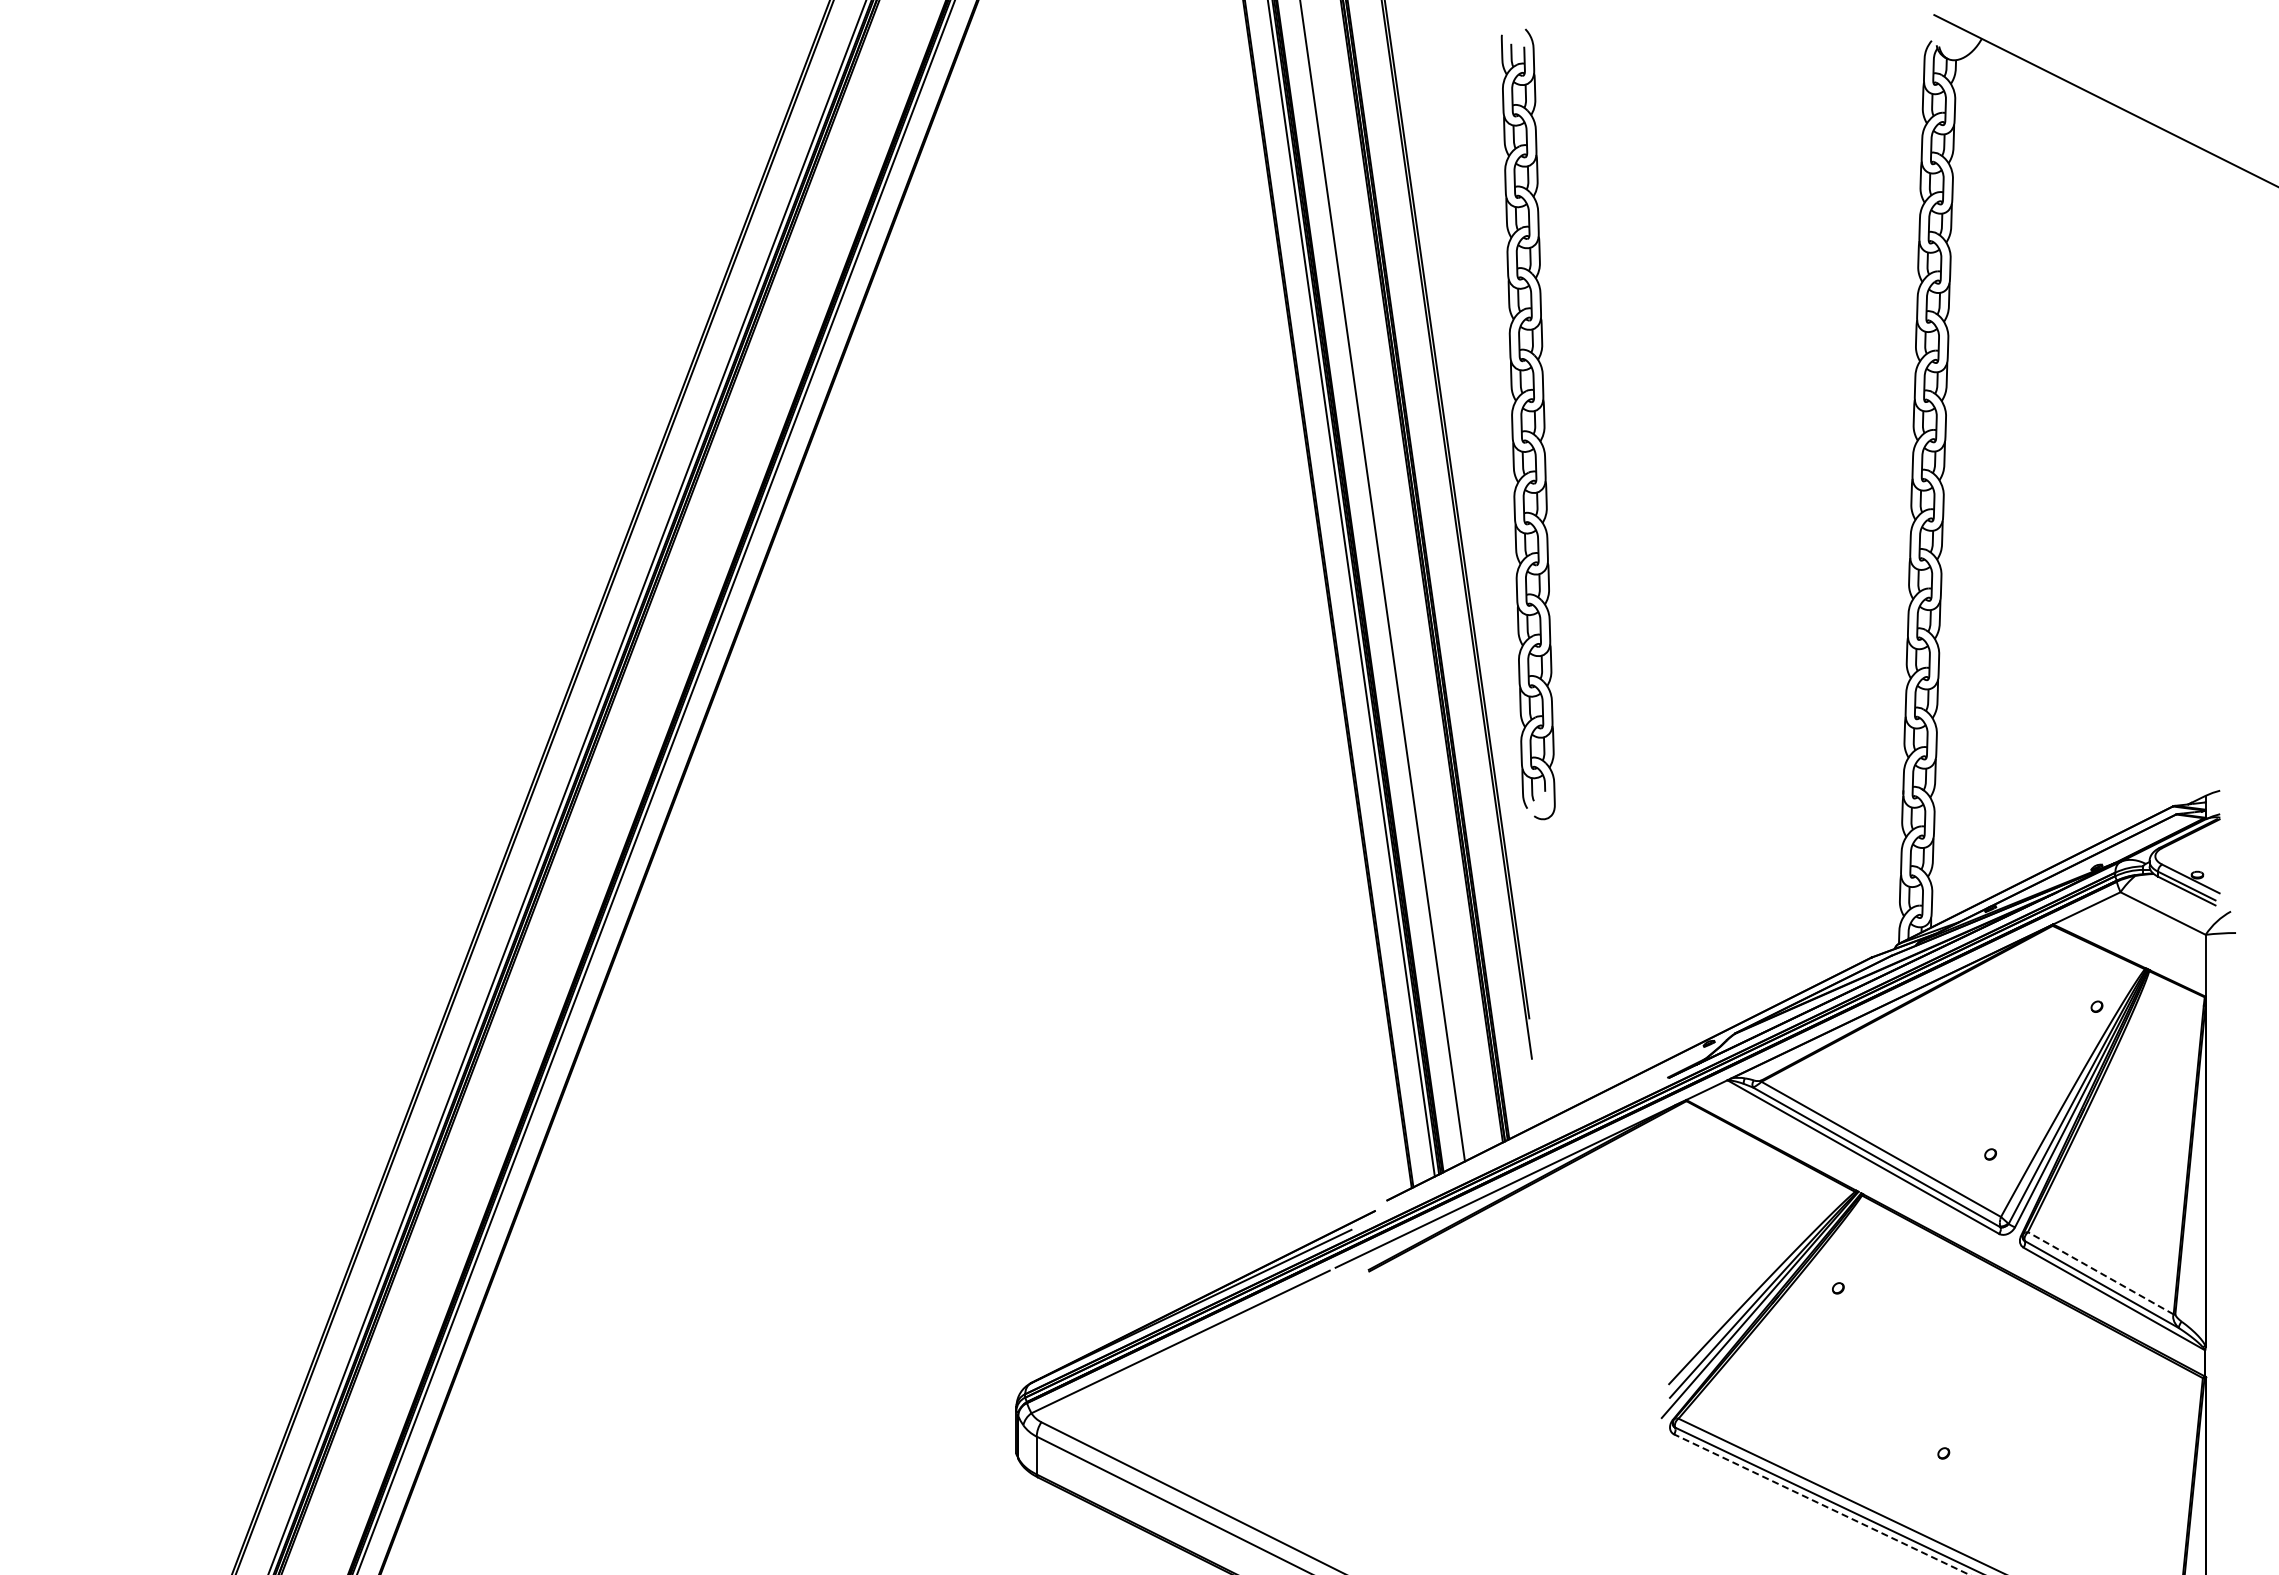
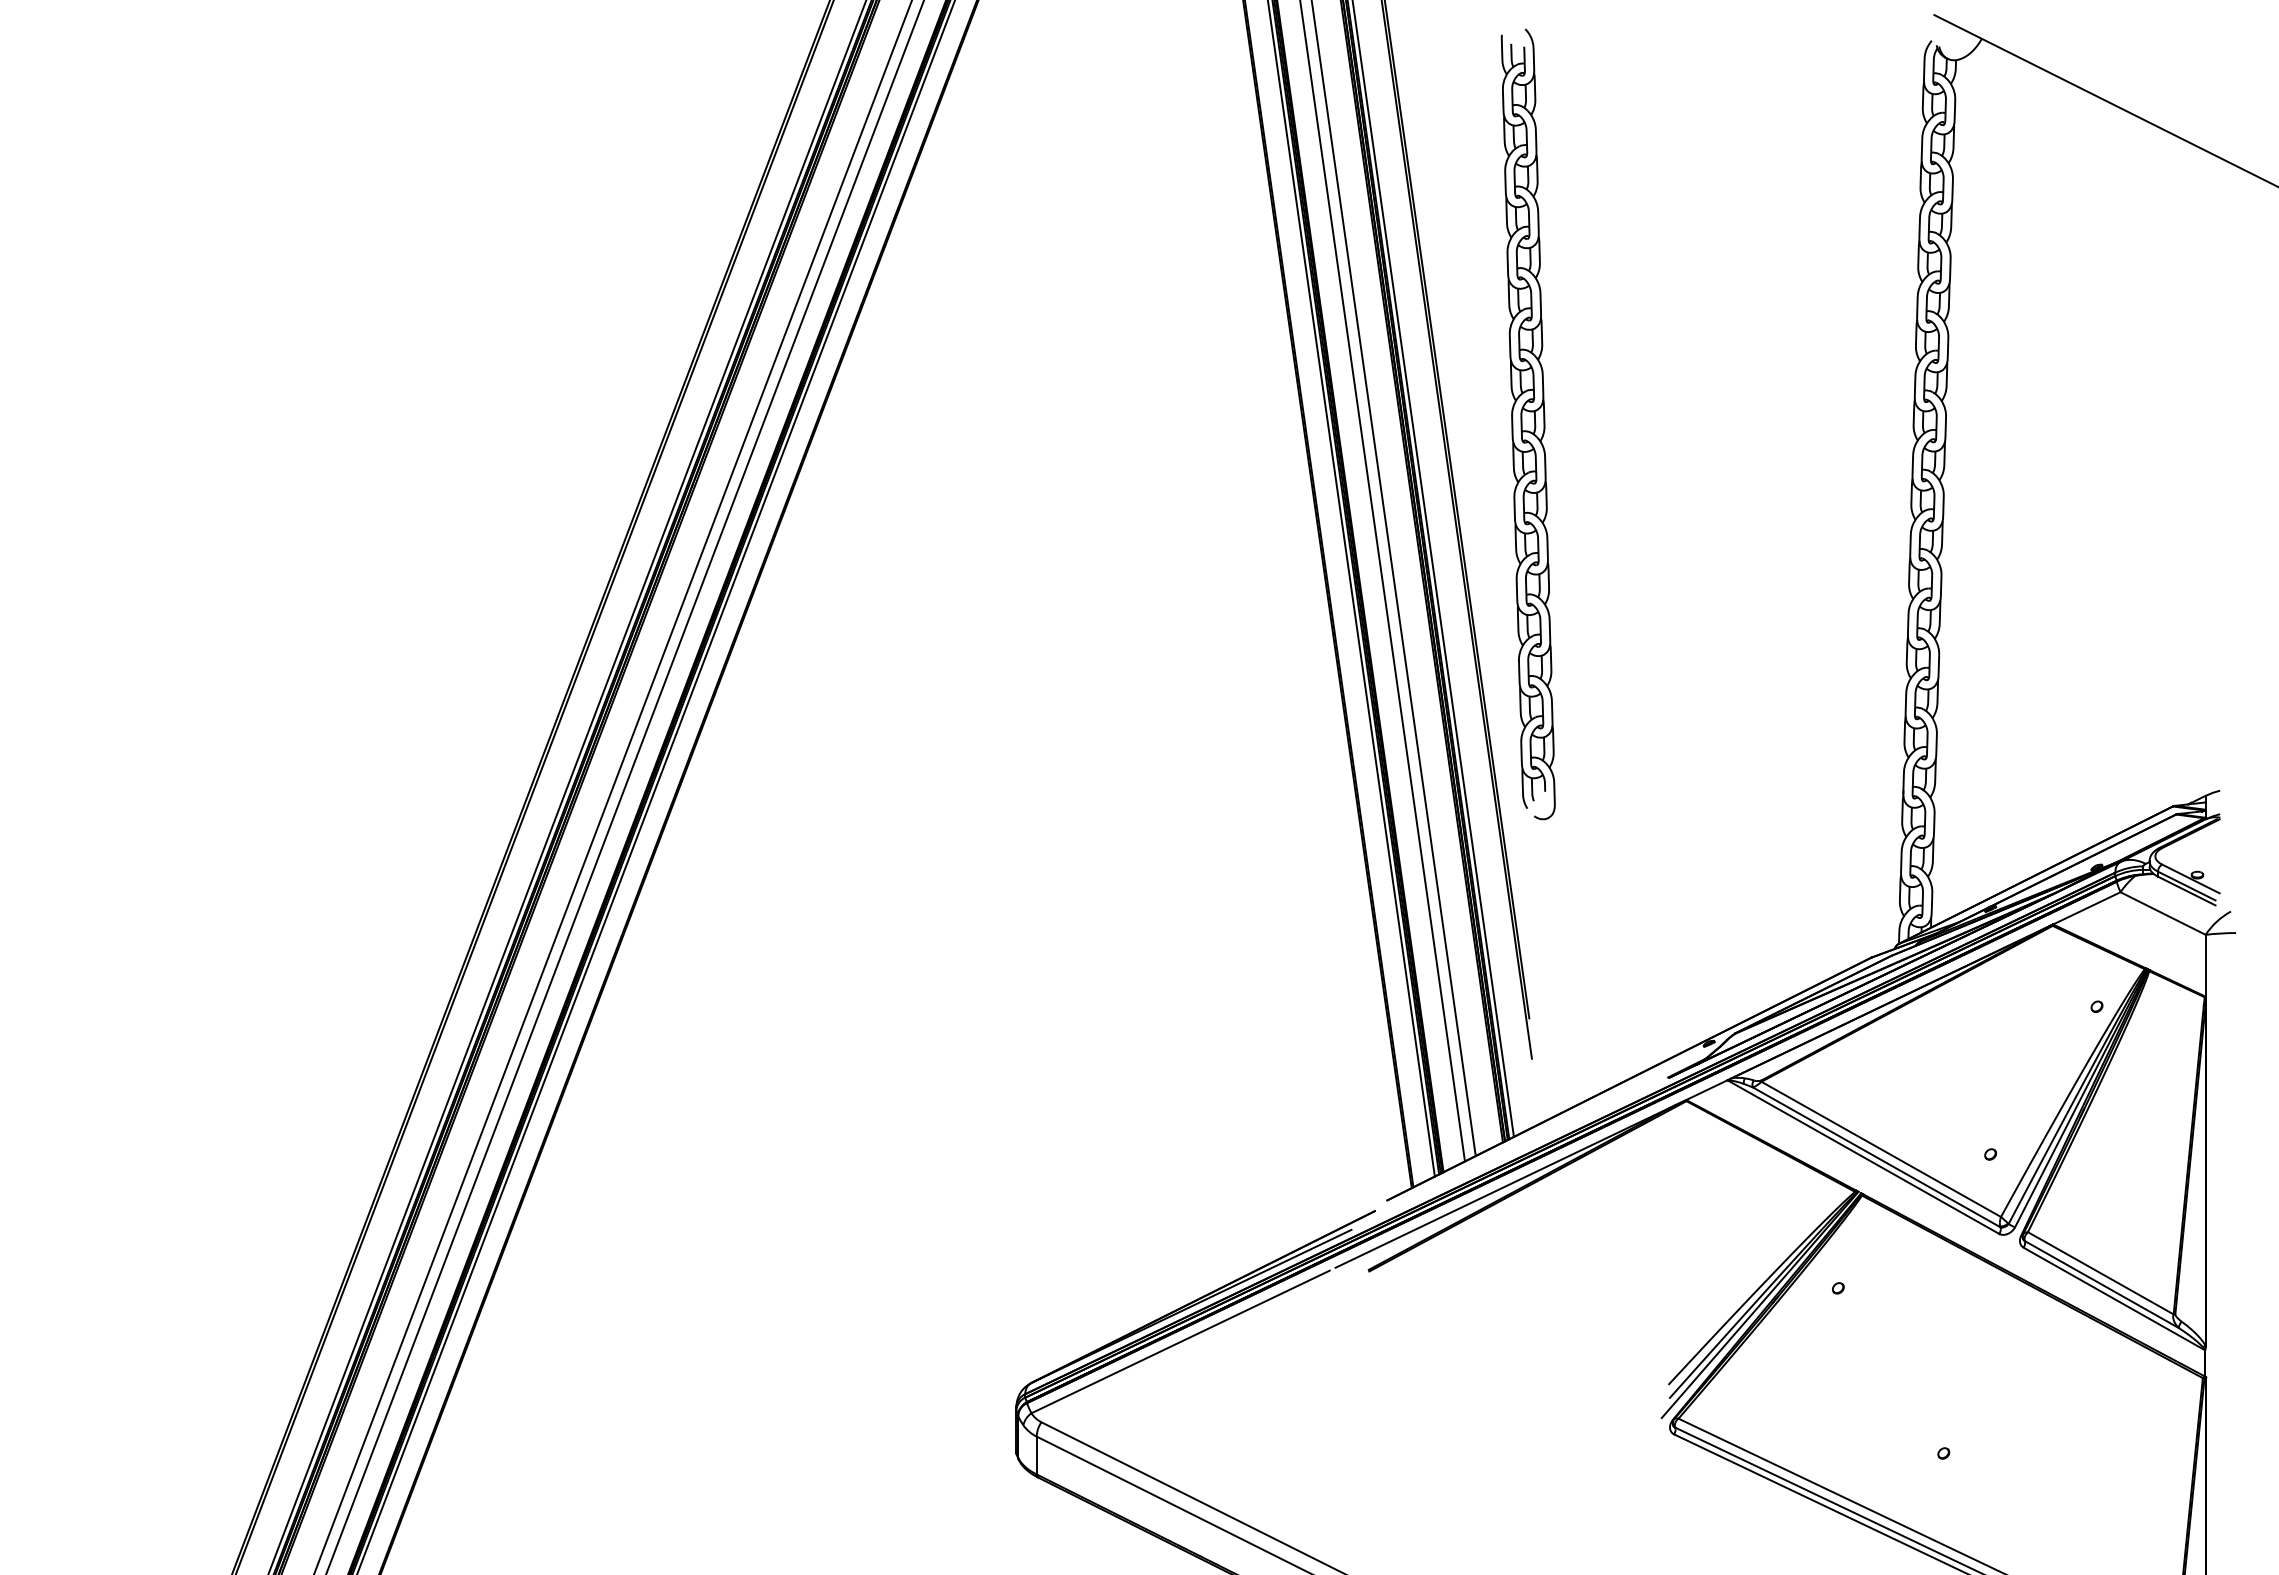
line at (1432, 569): none -> present
line at (1393, 579): none -> present
line at (613, 786): none -> present
line at (625, 786): none -> present
line at (2100, 1273): dashed -> solid
line at (1821, 1504): dashed -> solid
